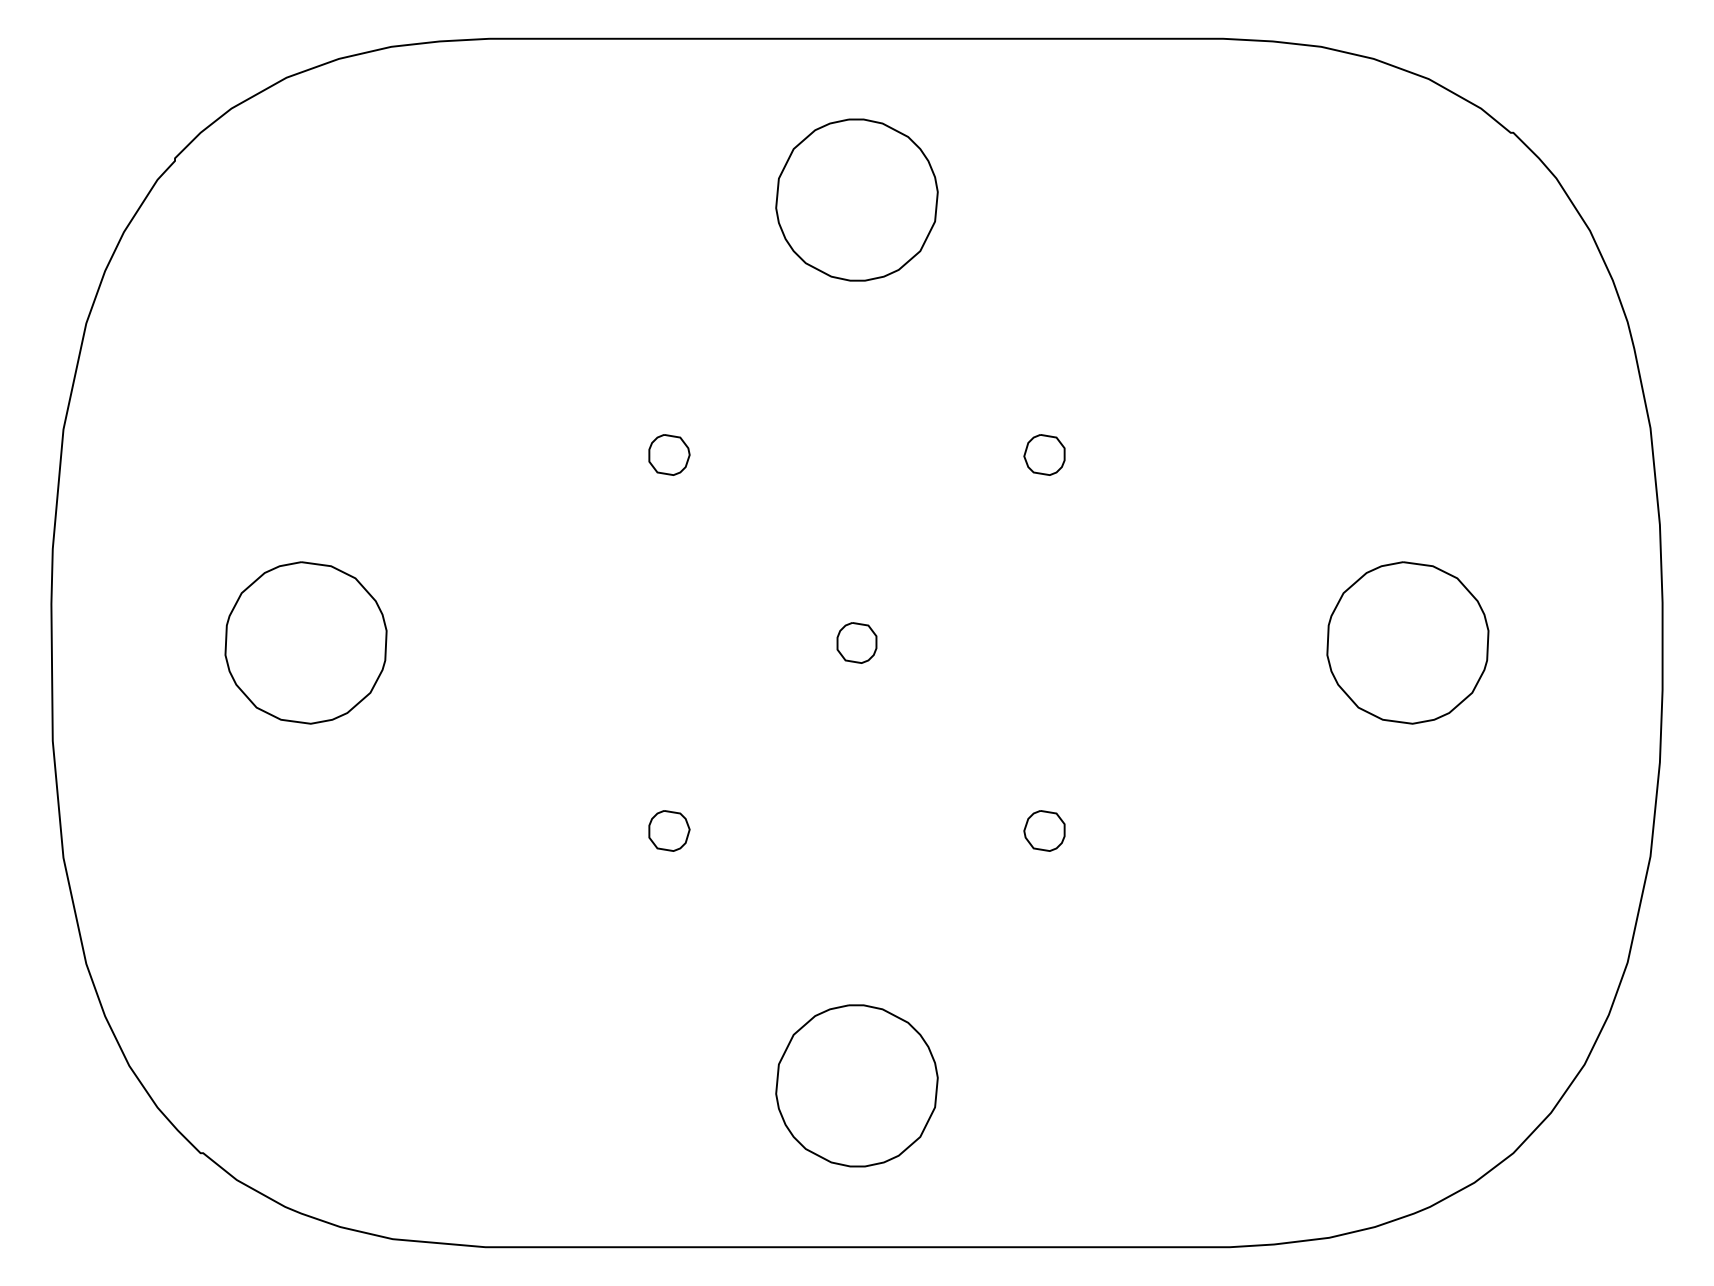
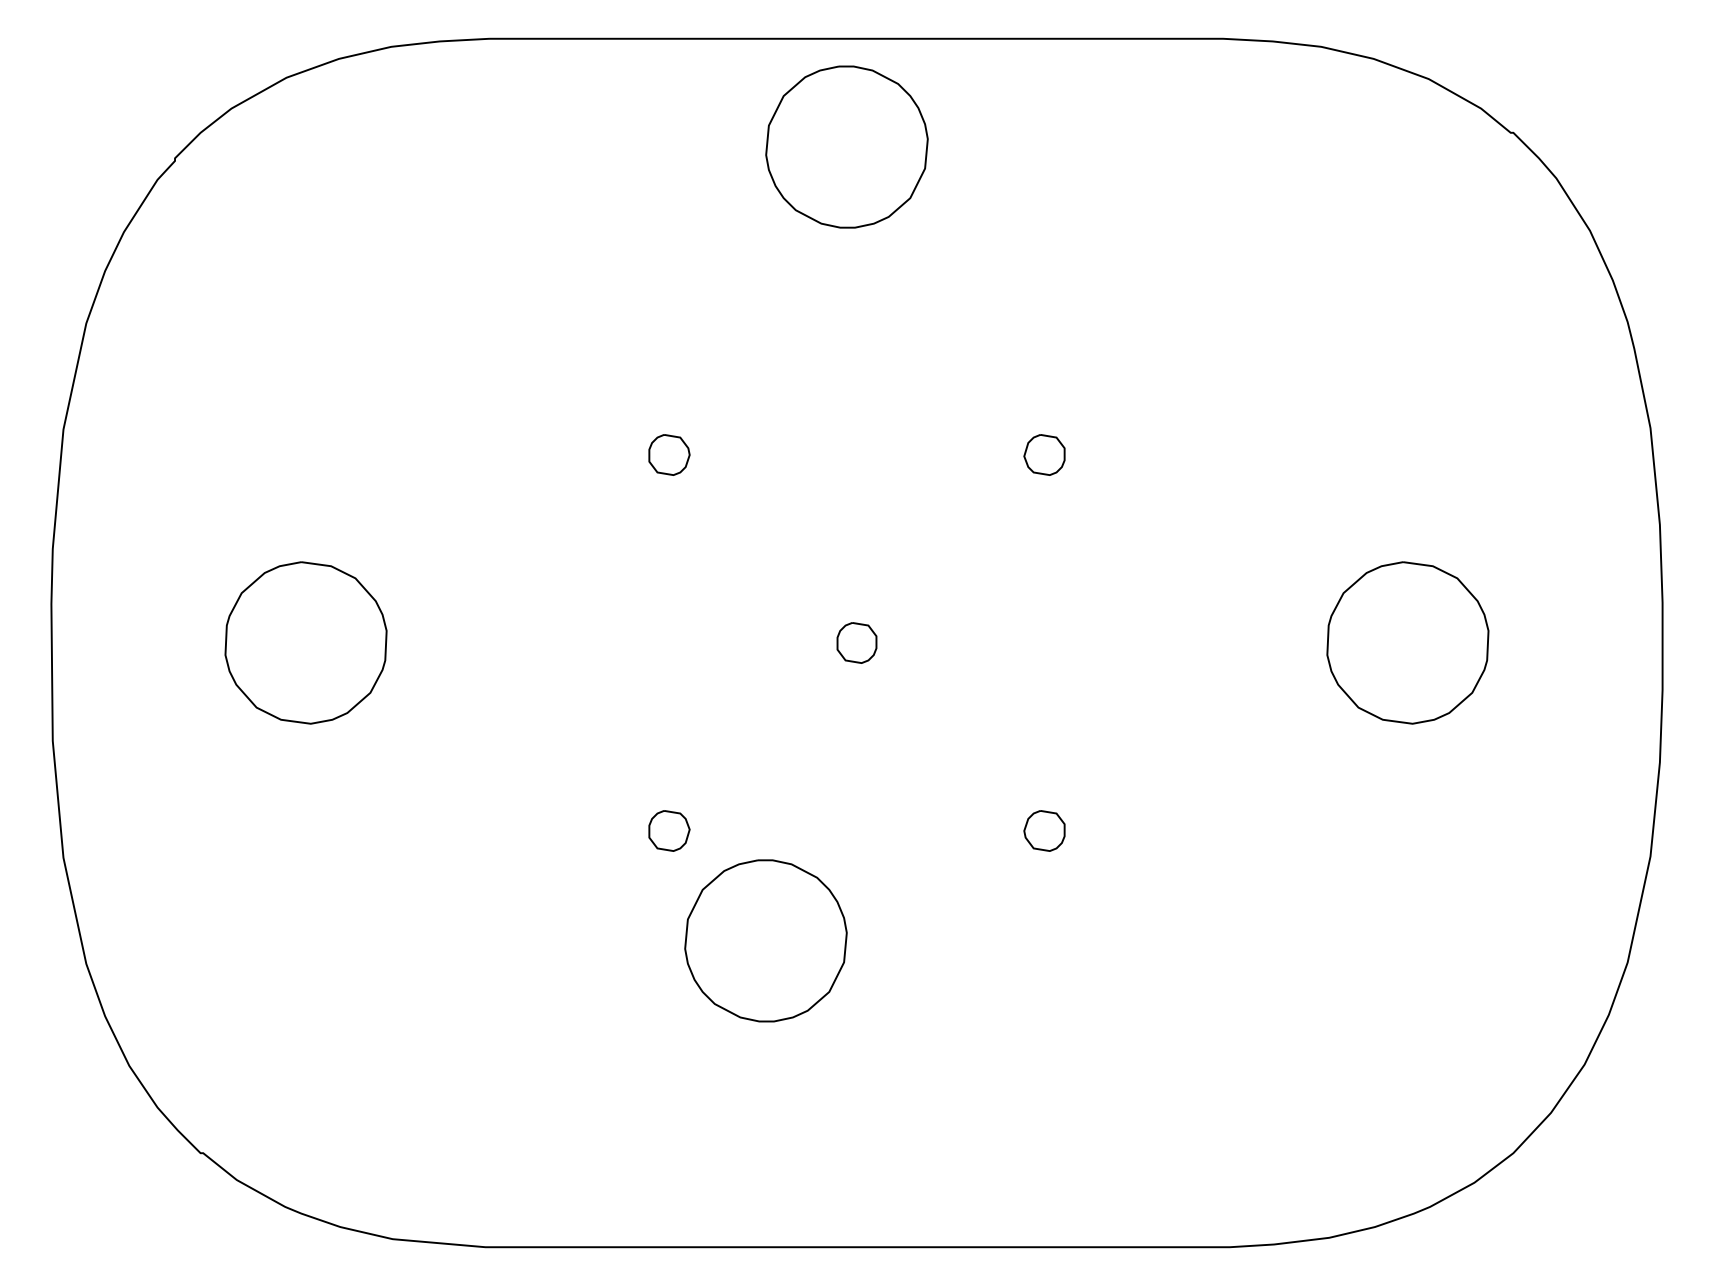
part at (856, 199) position: (856, 199) -> (846, 146)
part at (856, 1085) position: (856, 1085) -> (765, 940)
